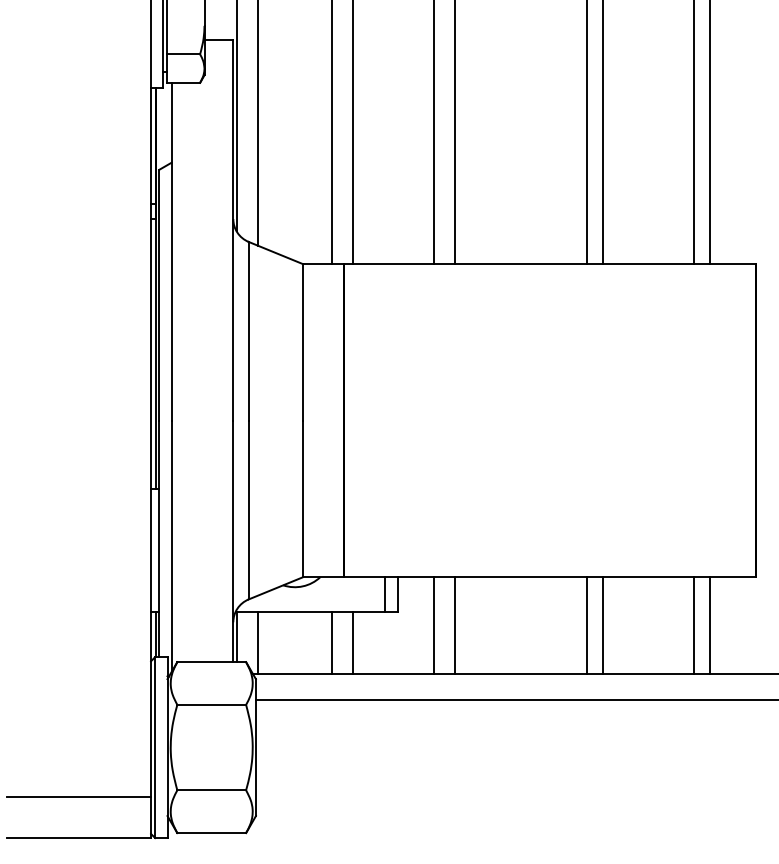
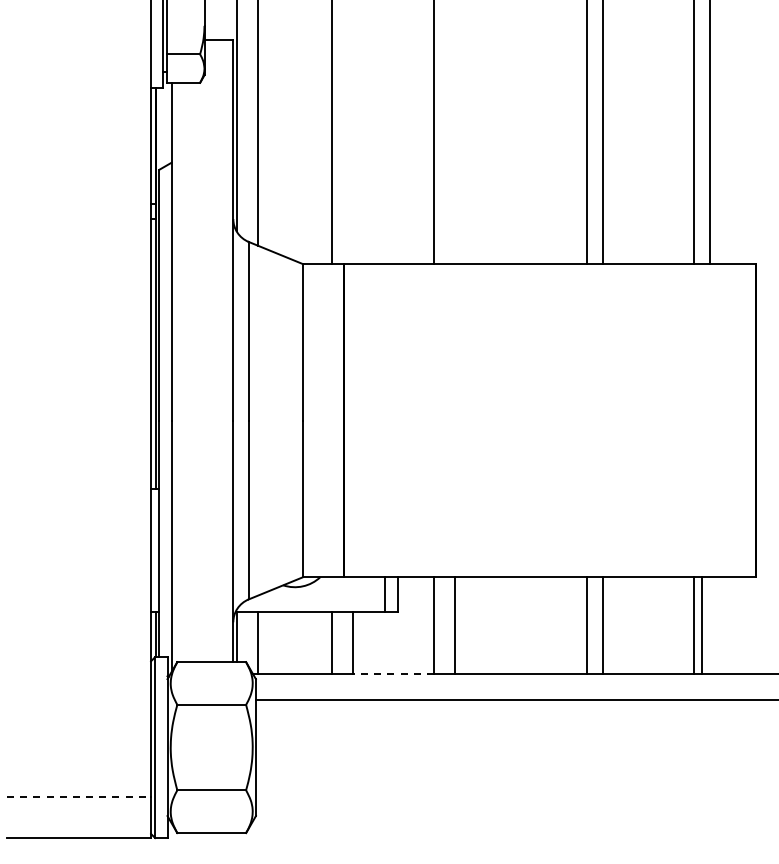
line at (353, 133): present -> none
line at (455, 133): present -> none
line at (710, 625) position: (710, 625) -> (702, 625)
line at (393, 673): solid -> dashed
line at (79, 796): solid -> dashed
